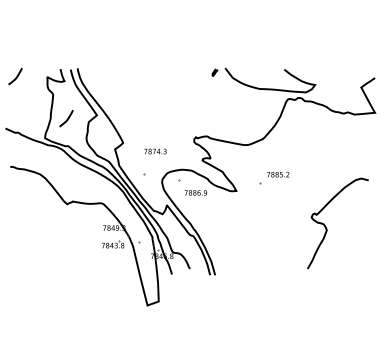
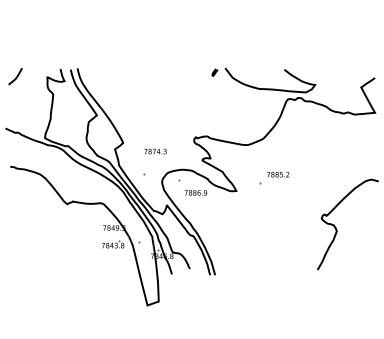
curve at (67, 118): present -> none
curve at (327, 228) position: (327, 228) -> (337, 229)
